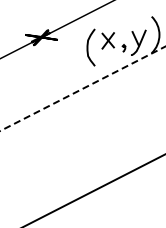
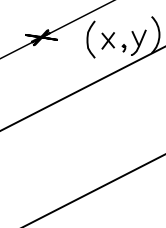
curve at (88, 47) position: (88, 47) -> (88, 39)
line at (82, 88): dashed -> solid
